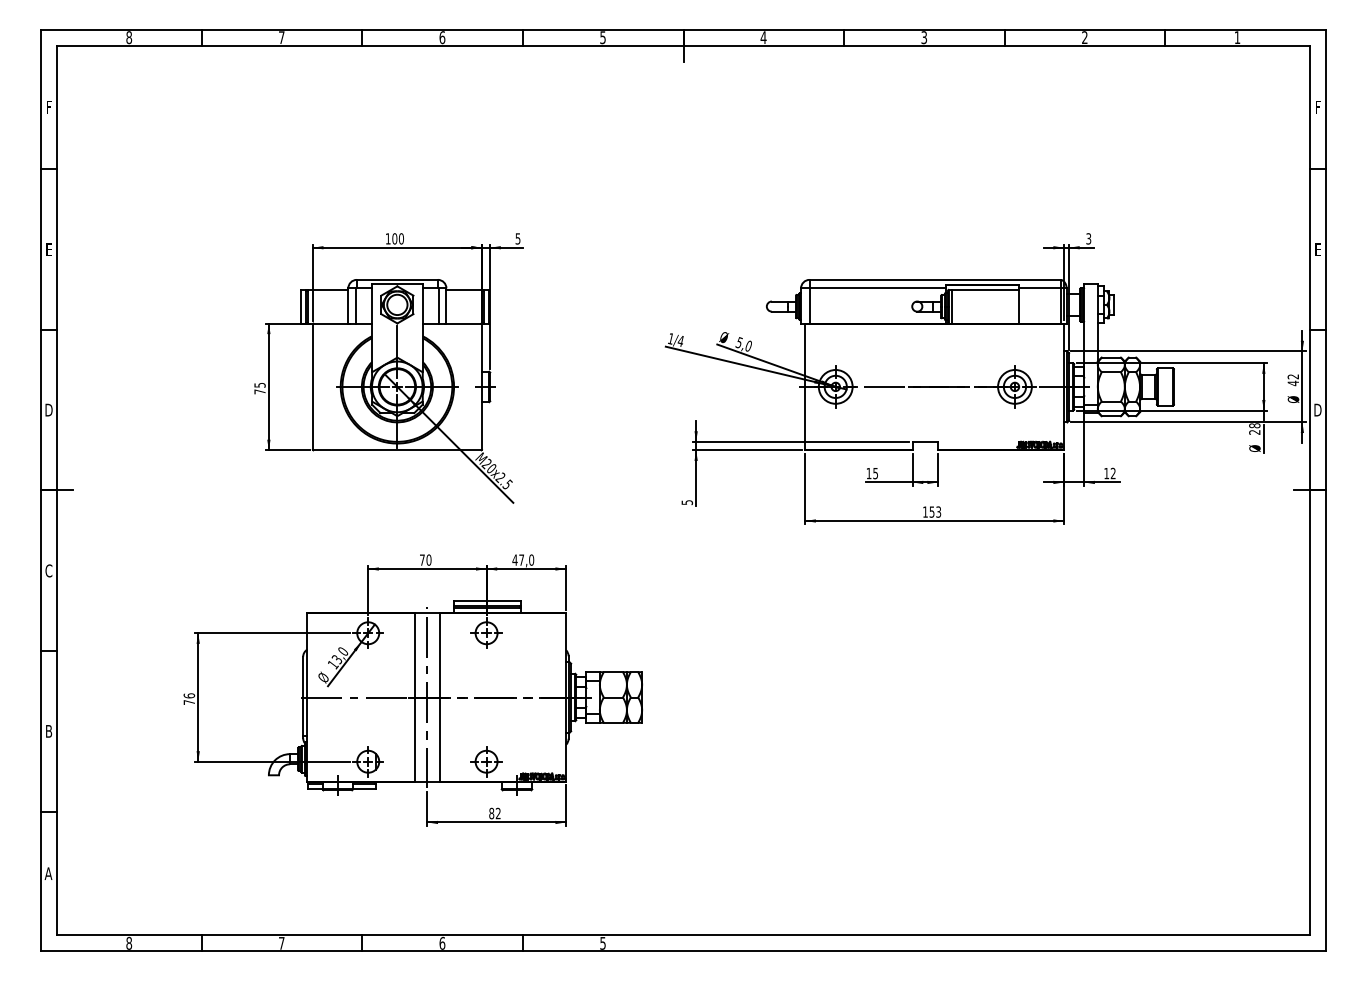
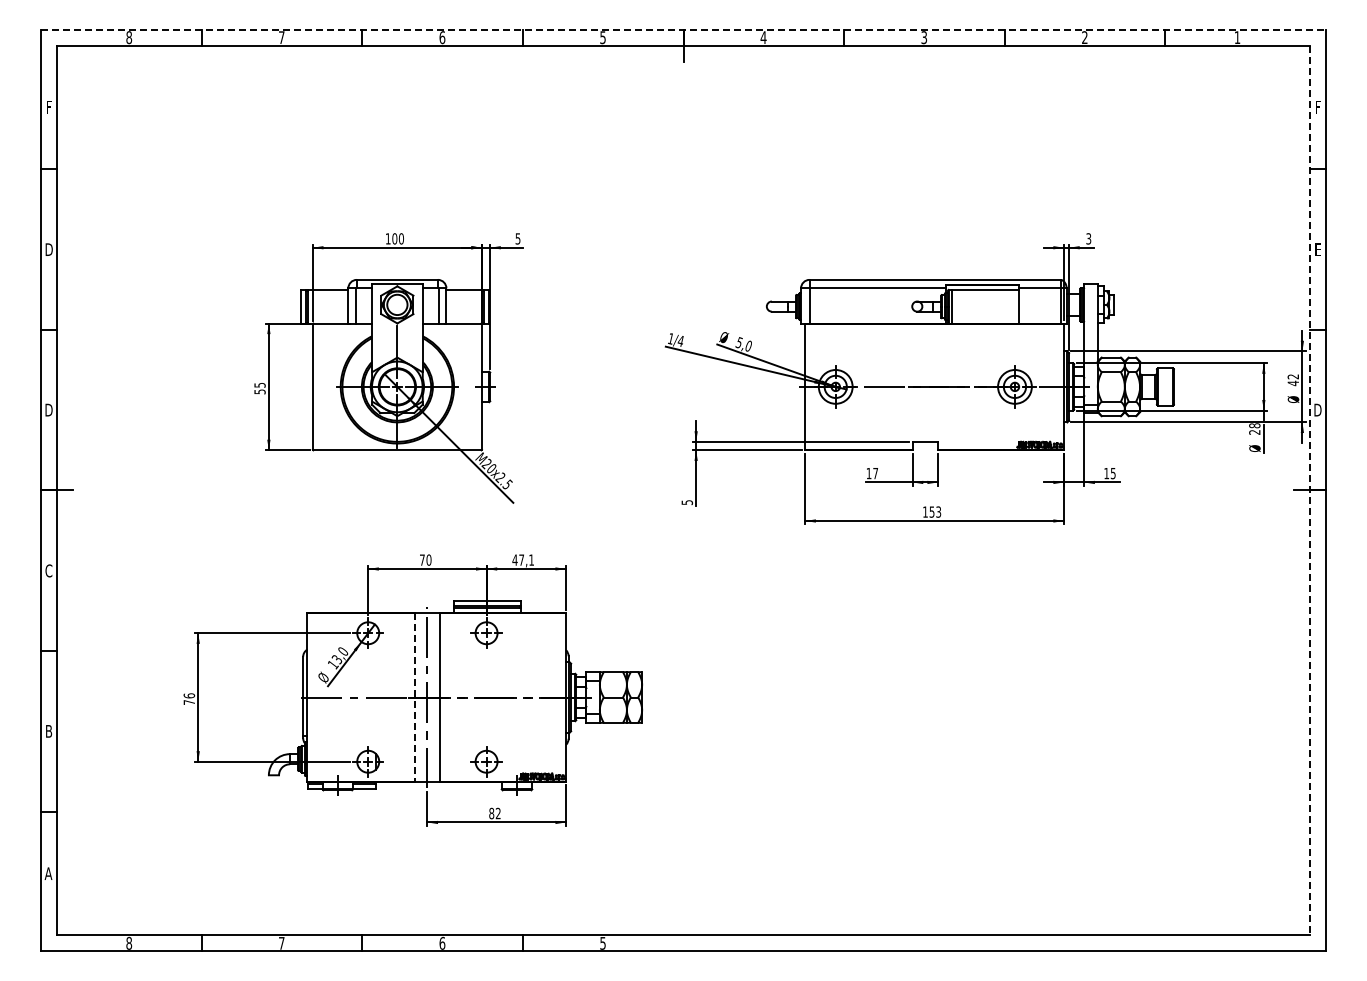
line at (683, 29): solid -> dashed
text at (48, 249): E -> D
text at (259, 391): 75 -> 55
text at (875, 473): 15 -> 17
text at (1112, 473): 12 -> 15
line at (1309, 490): solid -> dashed
text at (531, 559): 47,0 -> 47,1
line at (414, 698): solid -> dashed
